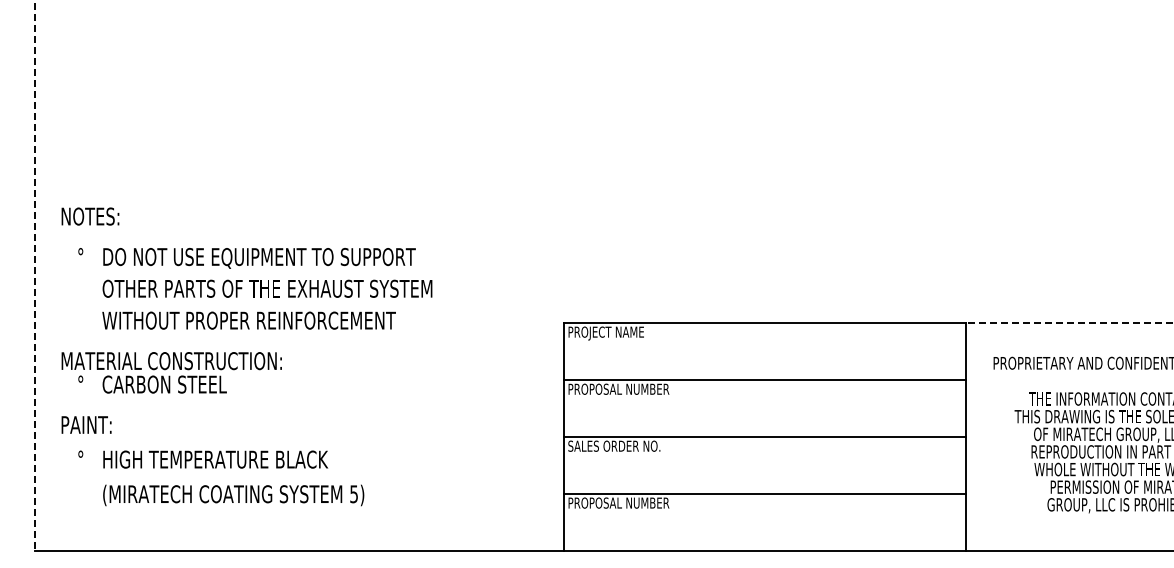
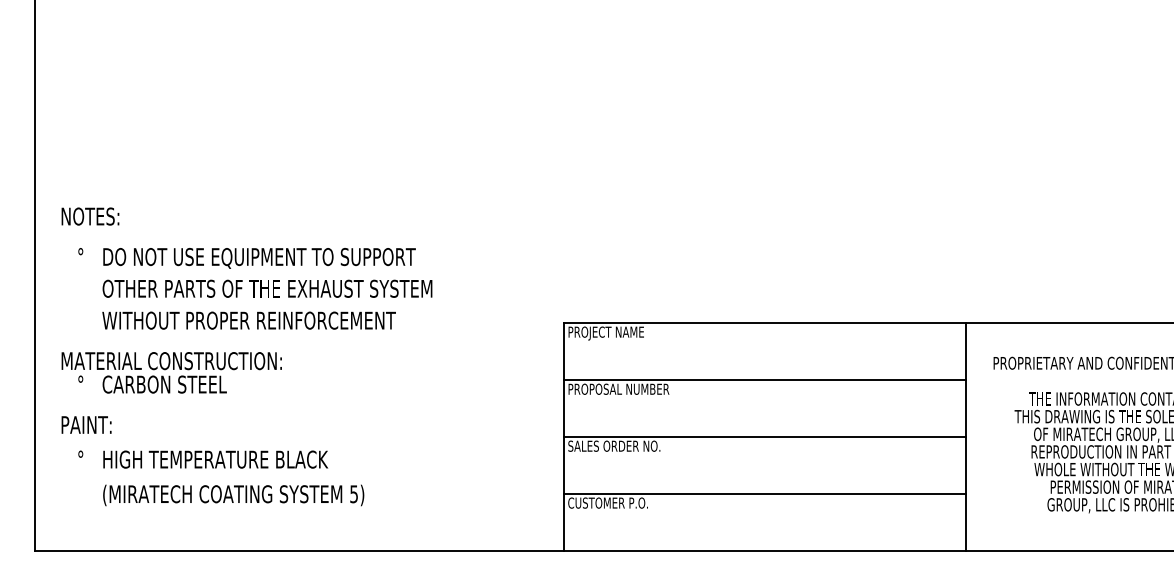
line at (35, 276): dashed -> solid
line at (1069, 322): dashed -> solid
text at (618, 502): PROPOSAL NUMBER -> CUSTOMER P.O.
